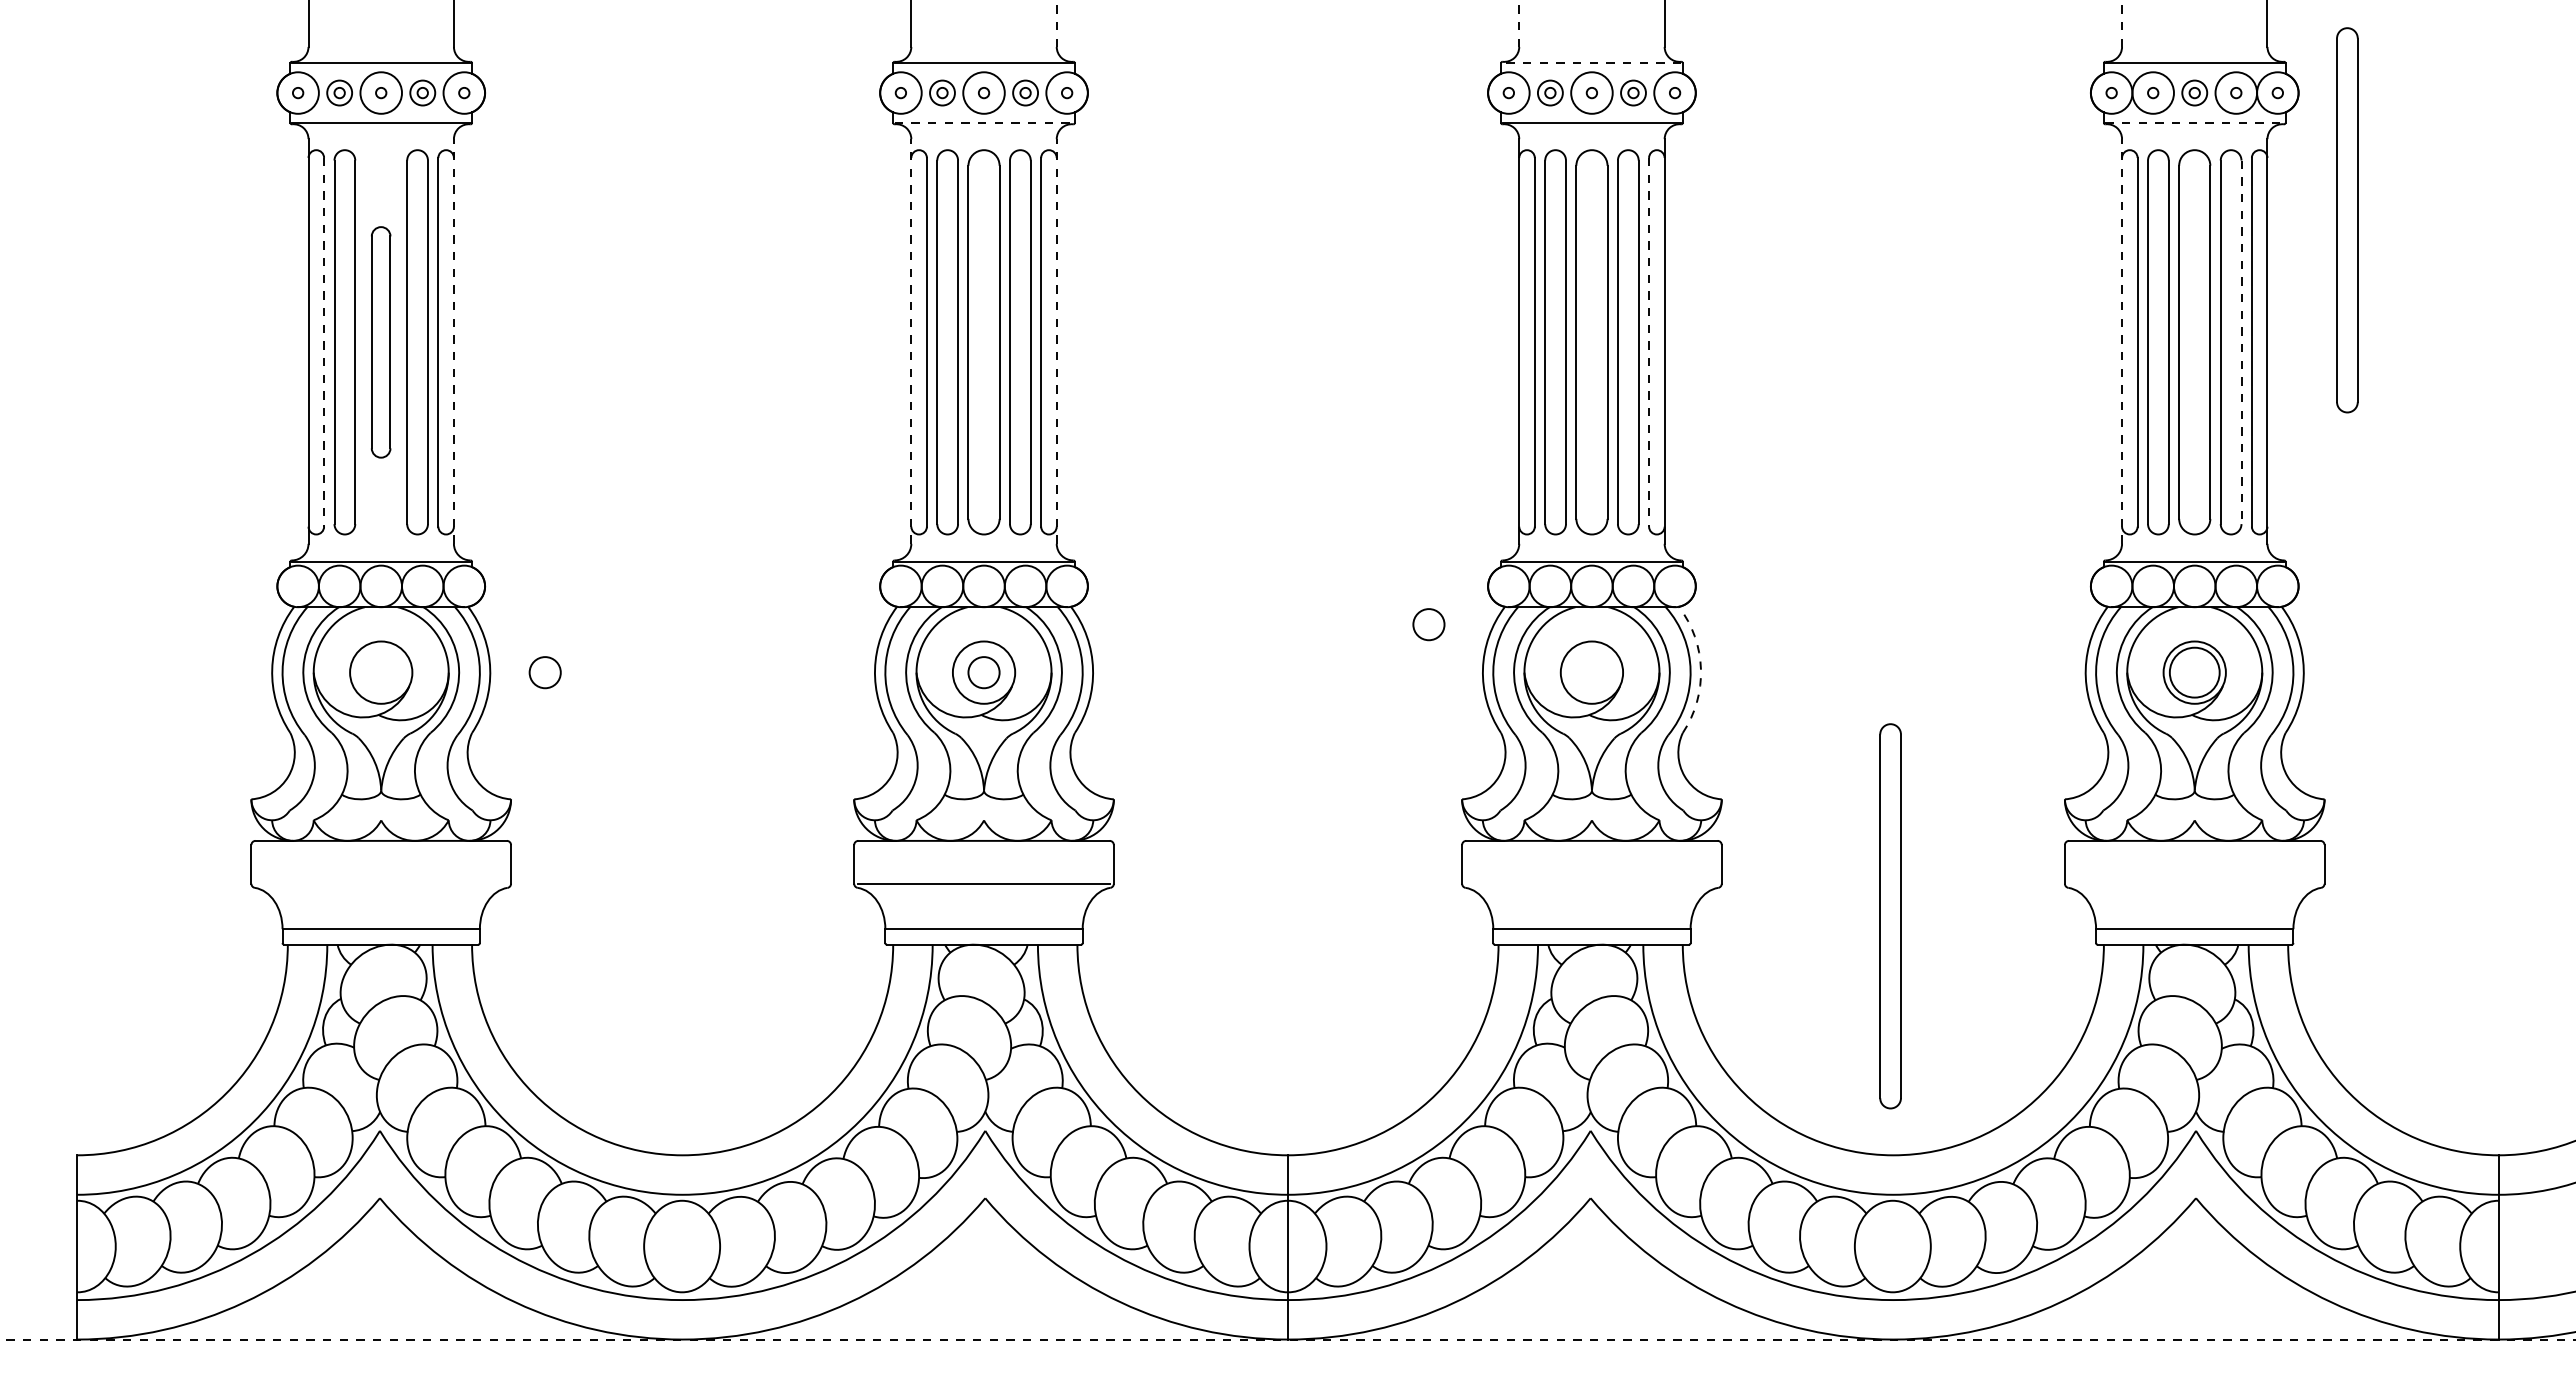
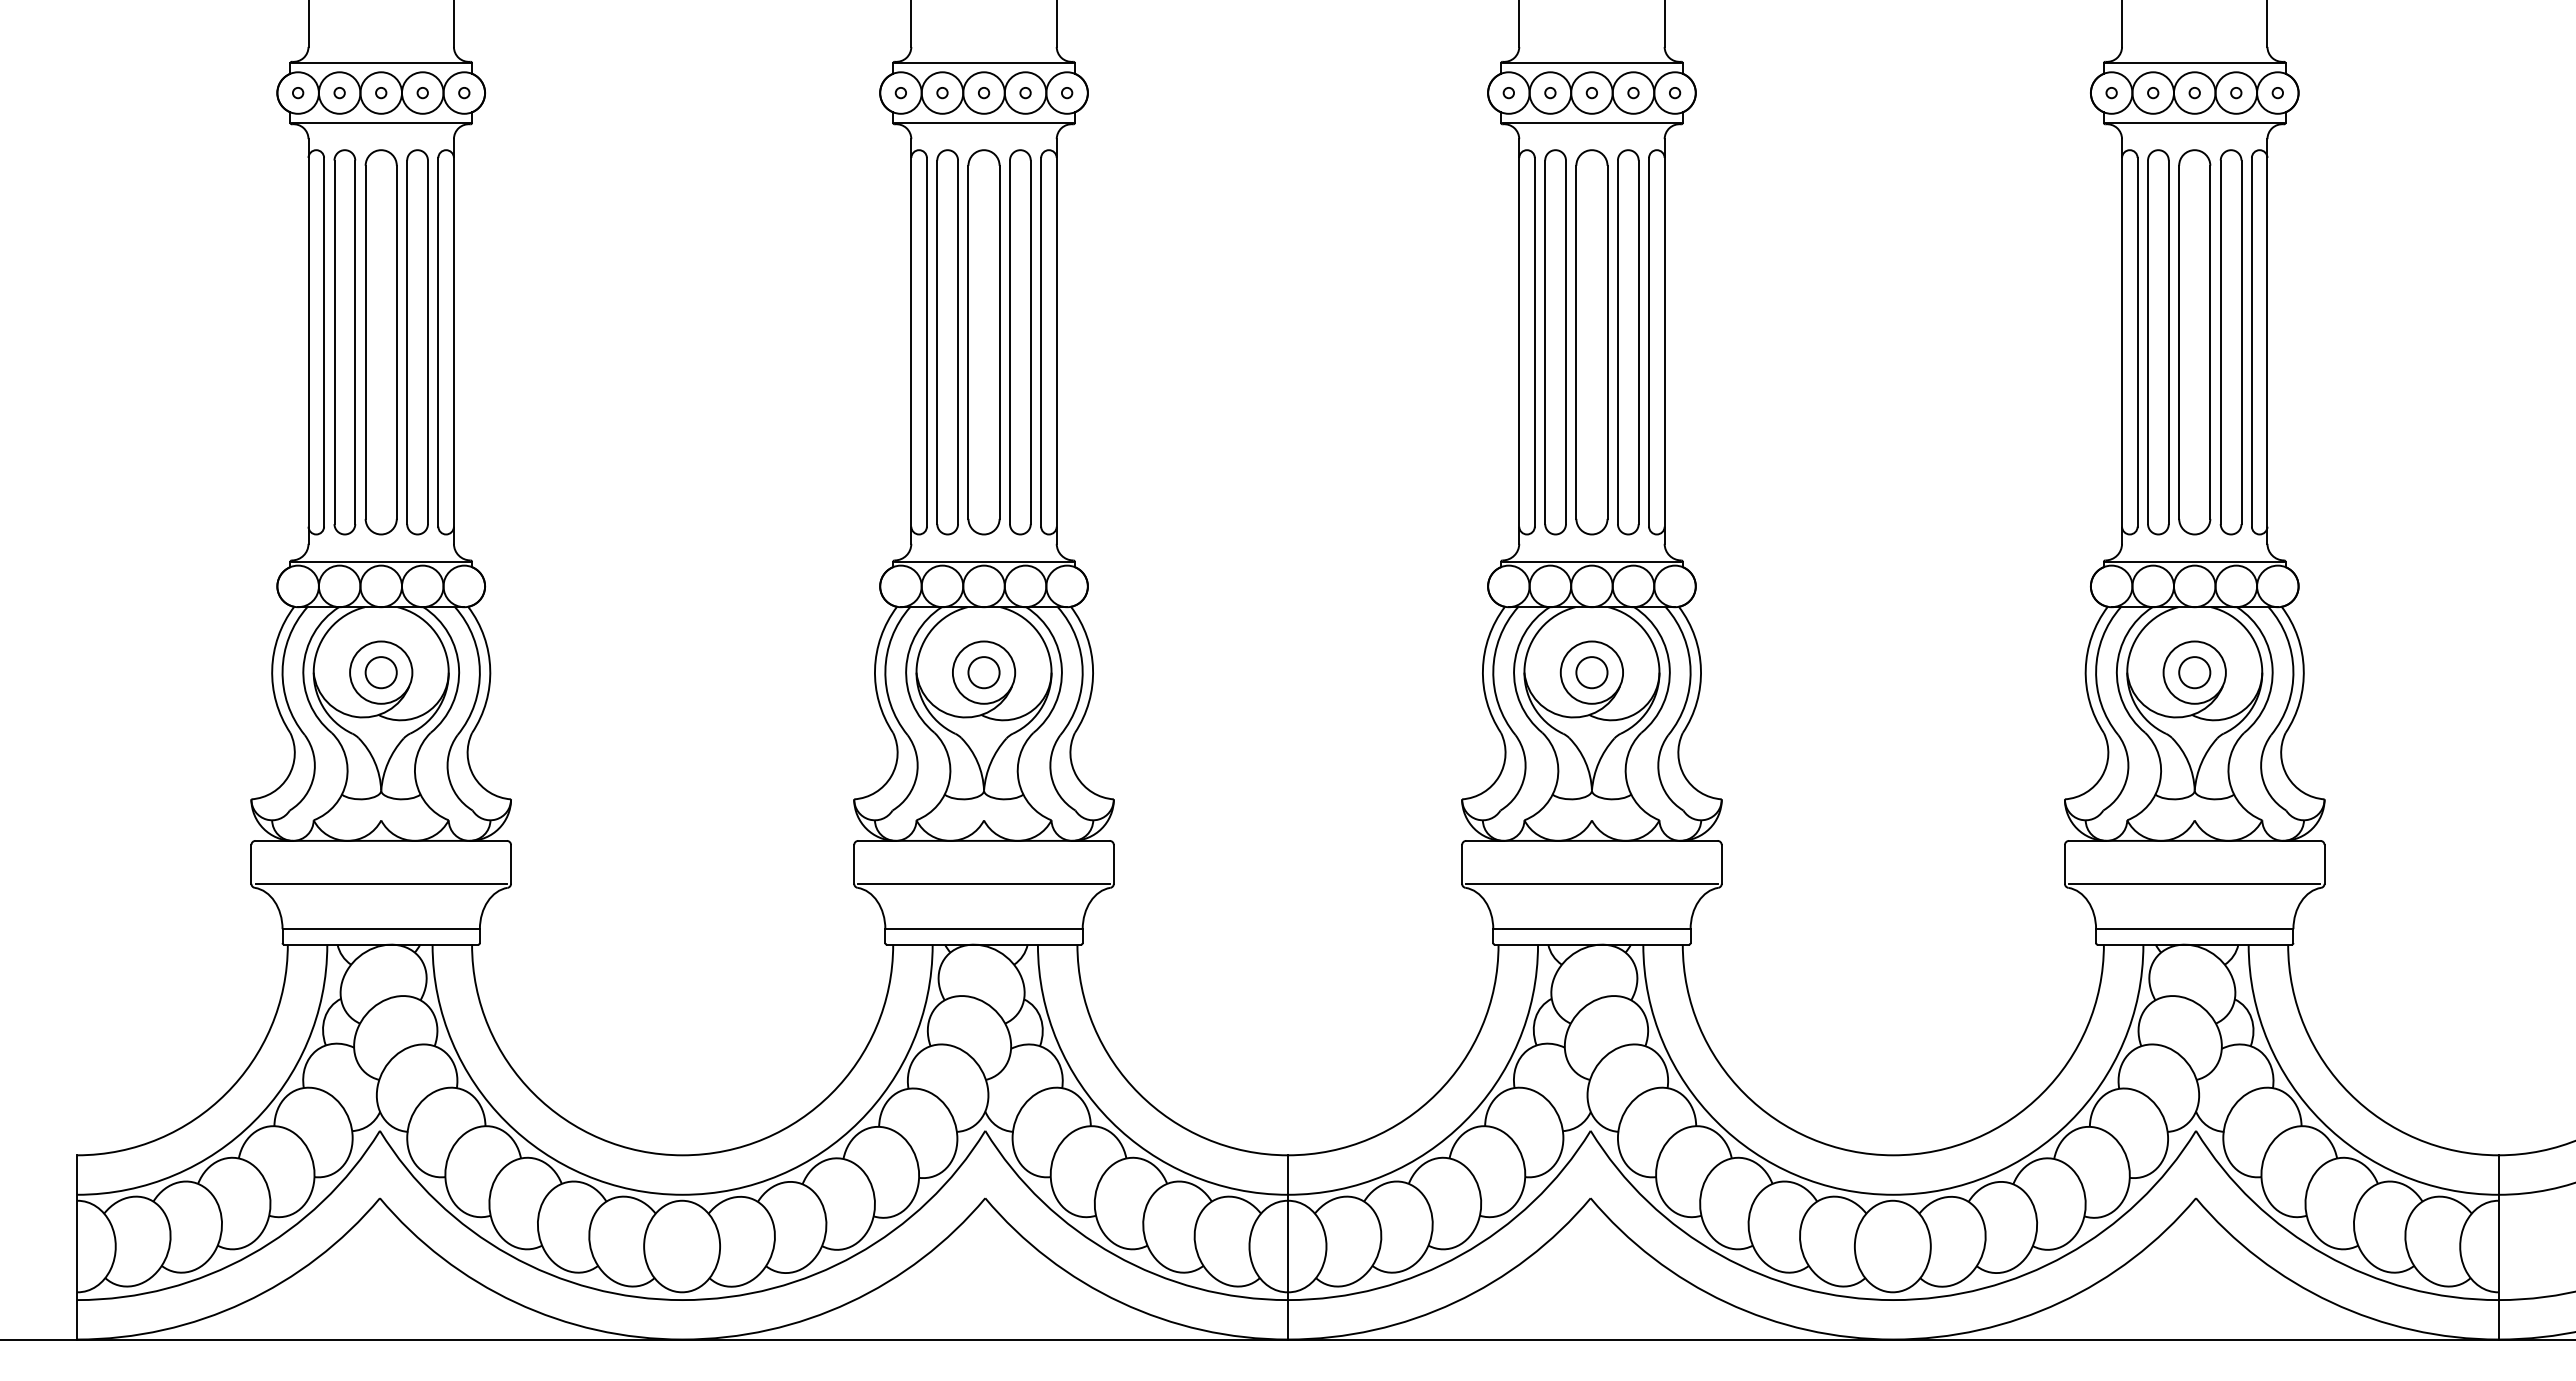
line at (1056, 23): dashed -> solid
line at (1519, 23): dashed -> solid
line at (2122, 23): dashed -> solid
line at (1591, 63): dashed -> solid
circle at (339, 92) diameter: 25 px -> 42 px
circle at (422, 92) diameter: 25 px -> 42 px
circle at (942, 92) diameter: 25 px -> 42 px
circle at (1025, 92) diameter: 25 px -> 42 px
circle at (1549, 92) diameter: 25 px -> 42 px
circle at (1633, 92) diameter: 25 px -> 42 px
circle at (2194, 92) diameter: 25 px -> 42 px
line at (984, 122): dashed -> solid
line at (2195, 122): dashed -> solid
part at (2347, 220): present -> none
line at (453, 341): dashed -> solid
line at (911, 341): dashed -> solid
line at (1056, 341): dashed -> solid
line at (2122, 341): dashed -> solid
line at (324, 342): dashed -> solid
part at (381, 342) size: 21x233 px -> 34x387 px
line at (1649, 342): dashed -> solid
line at (2241, 342): dashed -> solid
circle at (1428, 624) position: (1428, 624) -> (1591, 672)
arc at (1700, 669): dashed -> solid
circle at (544, 672) position: (544, 672) -> (380, 672)
circle at (2194, 672) diameter: 50 px -> 31 px
line at (380, 883): none -> present
line at (1591, 883): none -> present
line at (2194, 883): none -> present
part at (1890, 916): present -> none
line at (1288, 1339): dashed -> solid
